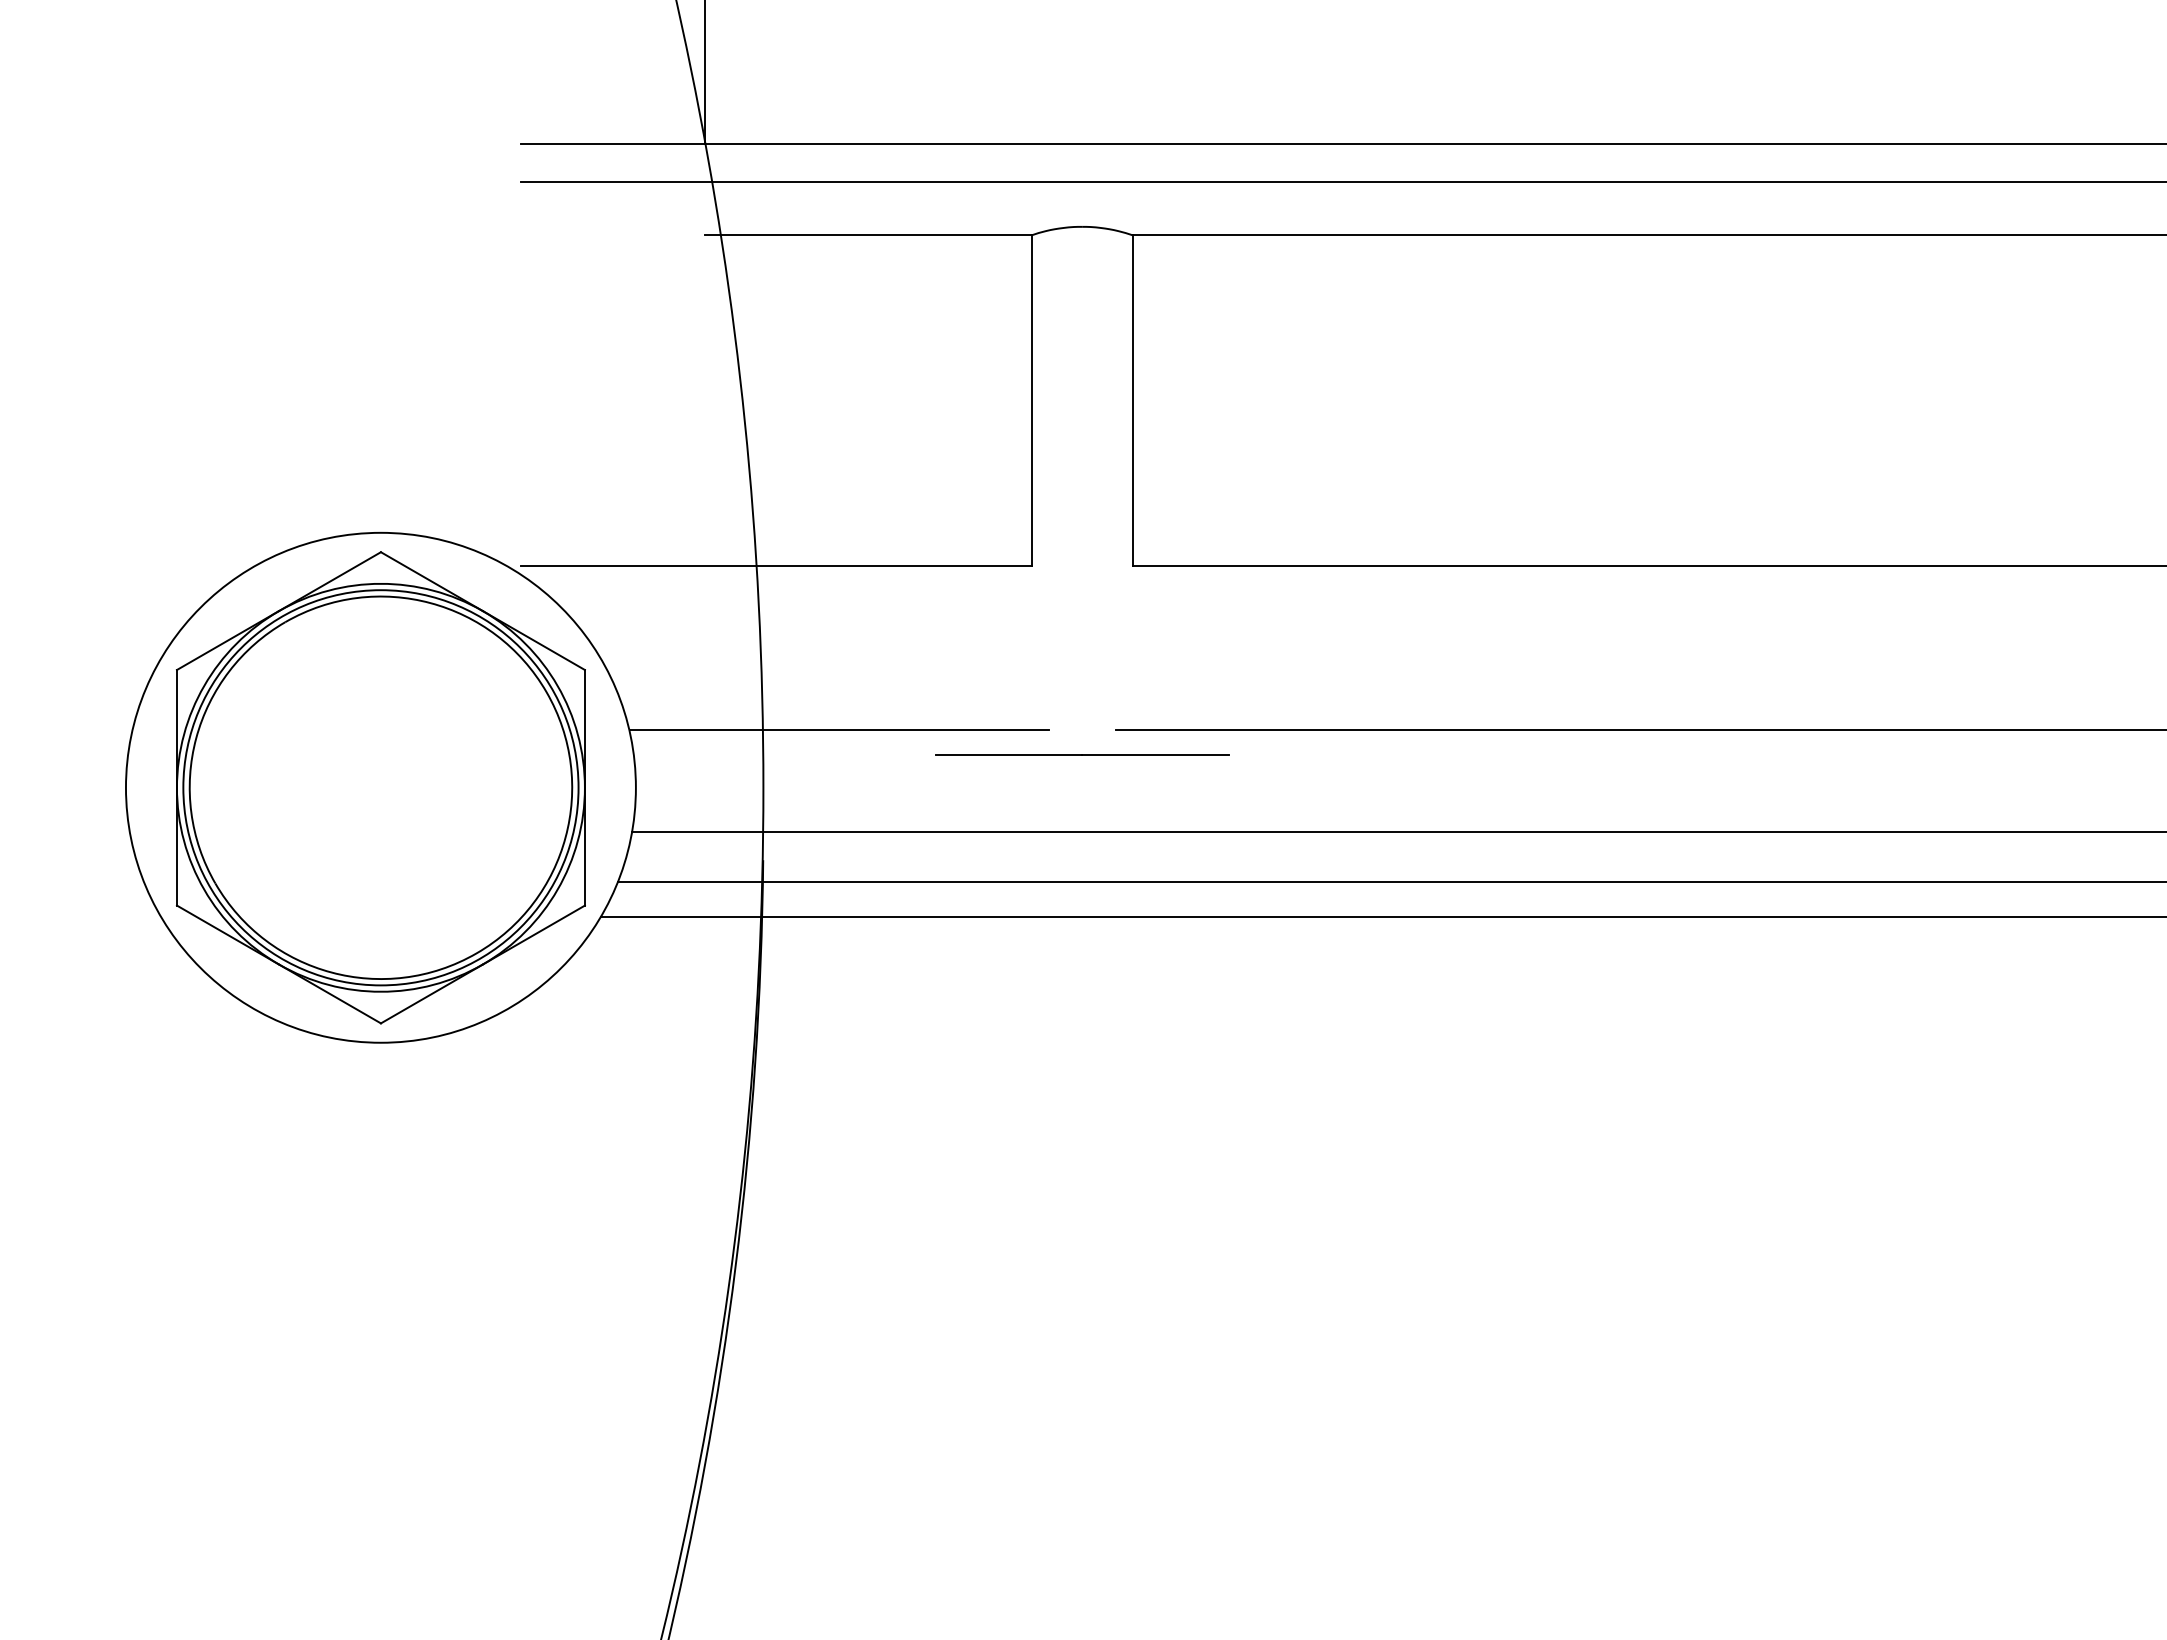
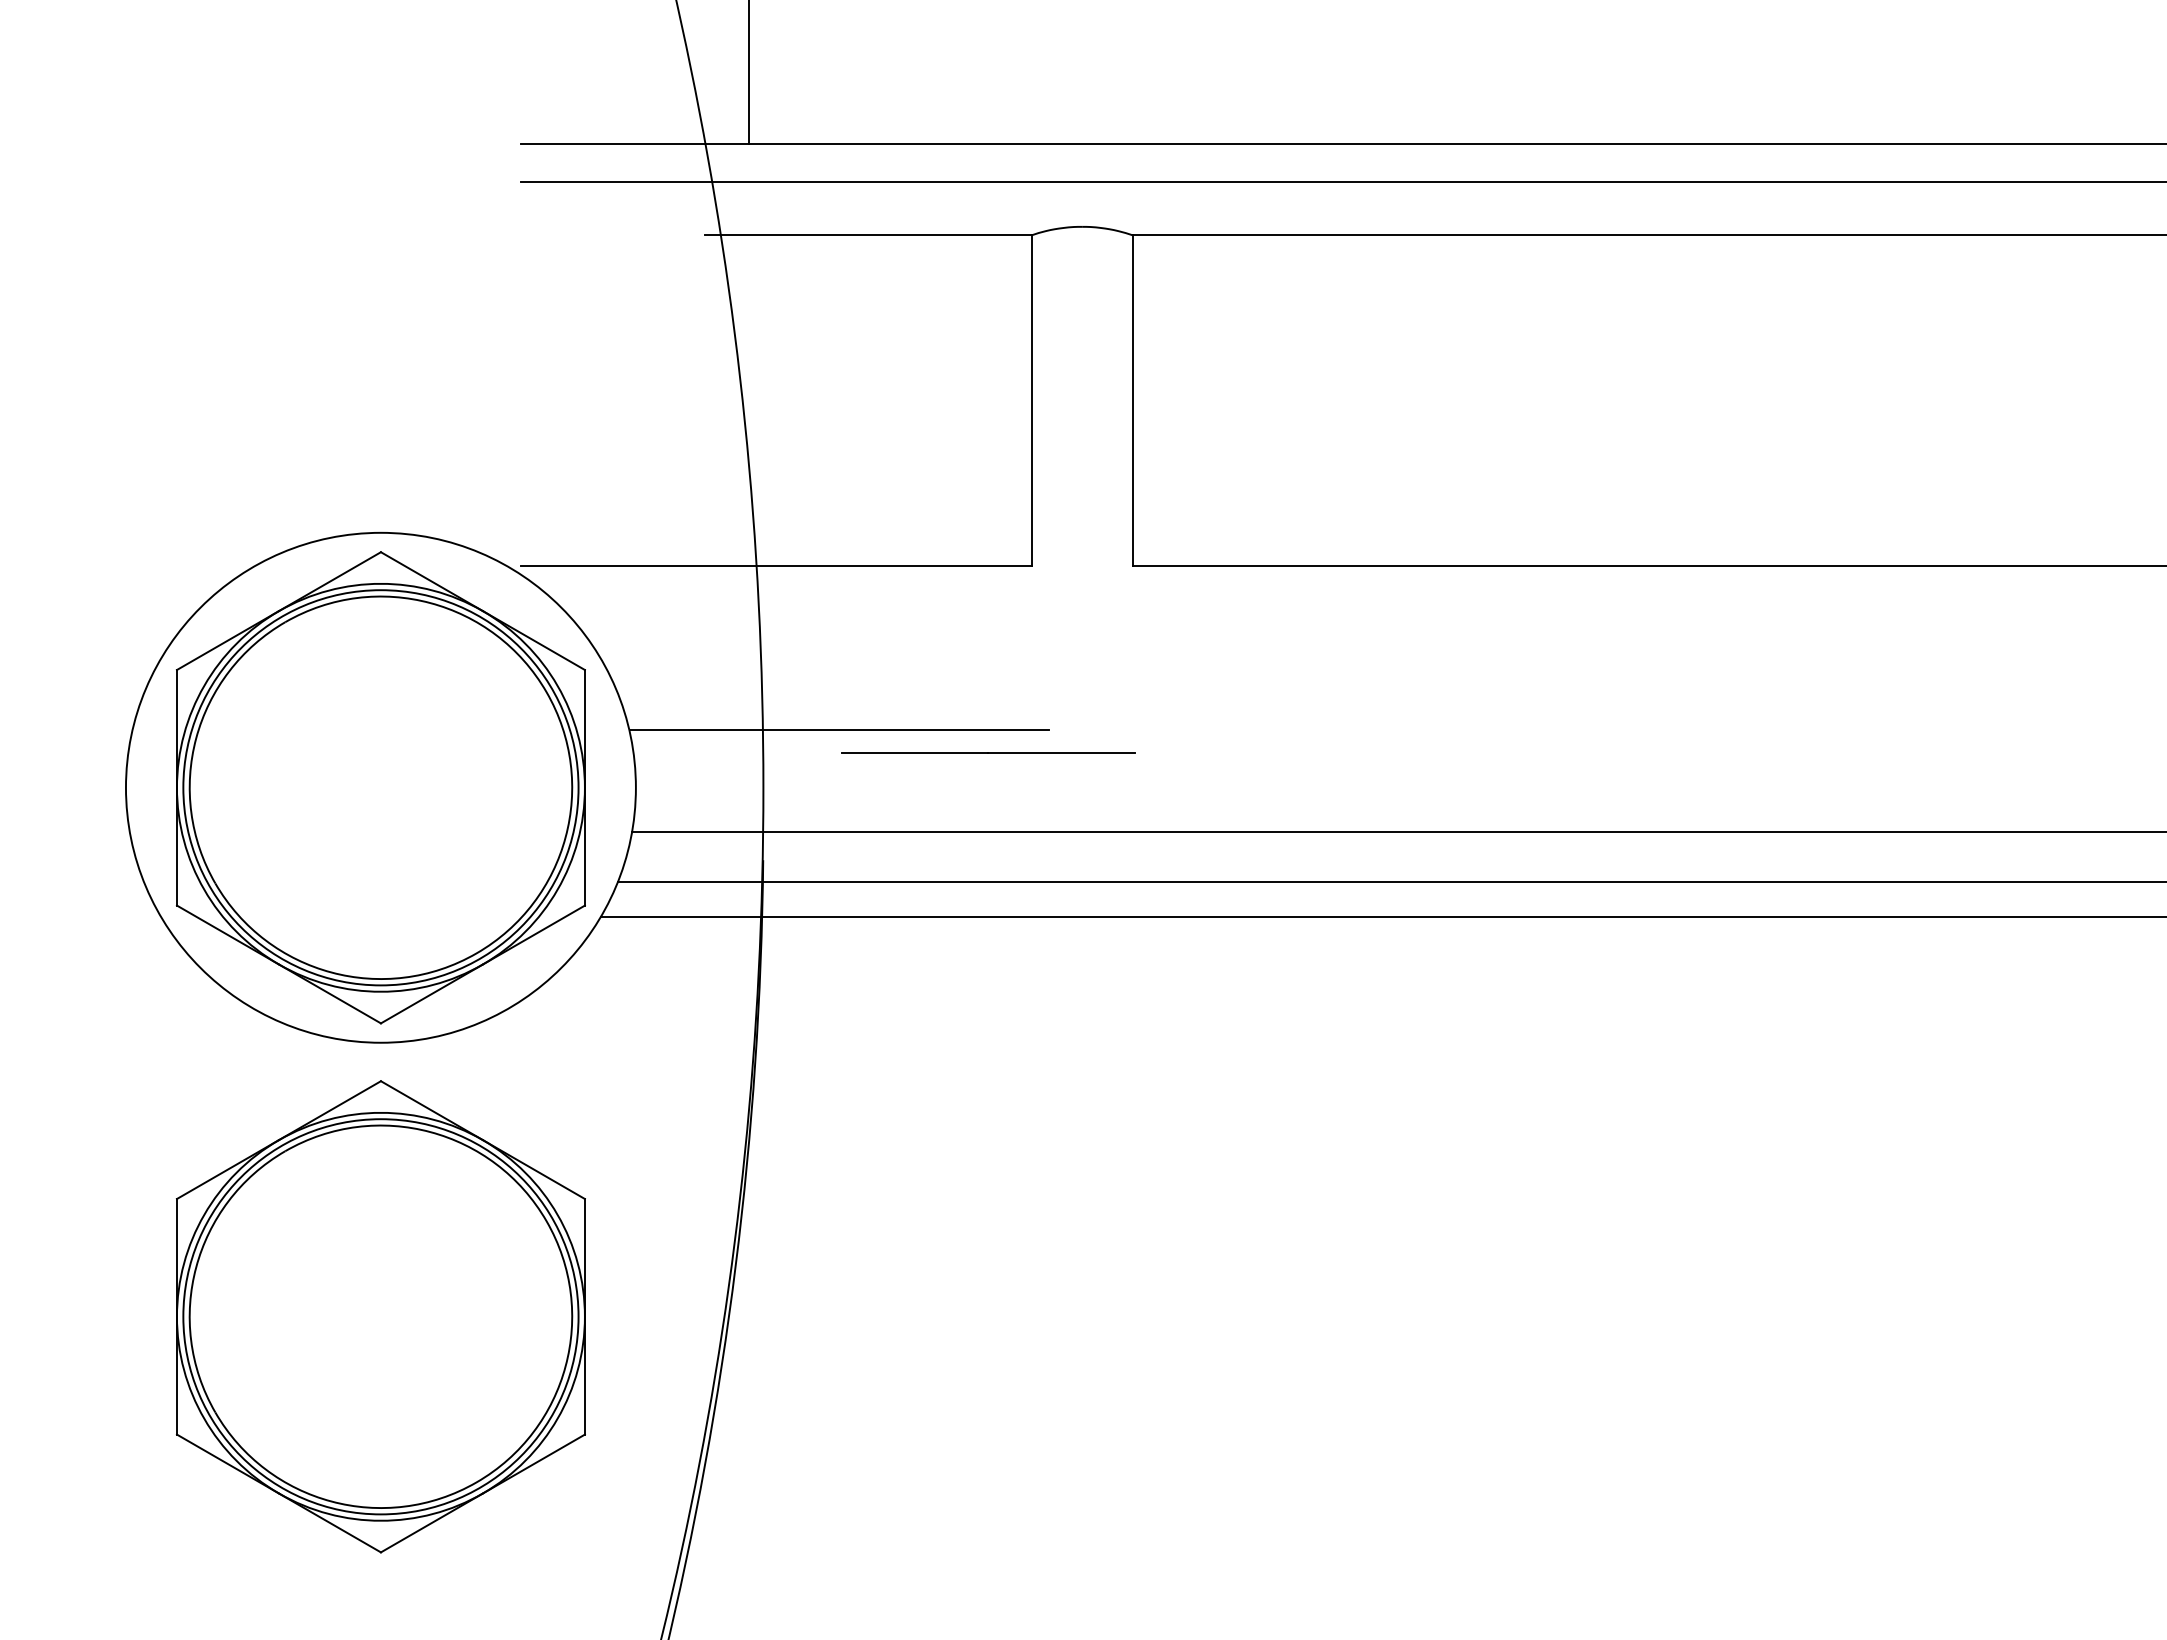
line at (705, 73) position: (705, 73) -> (749, 73)
line at (1639, 730): present -> none
line at (1082, 754) position: (1082, 754) -> (988, 752)
part at (380, 1316): none -> present
